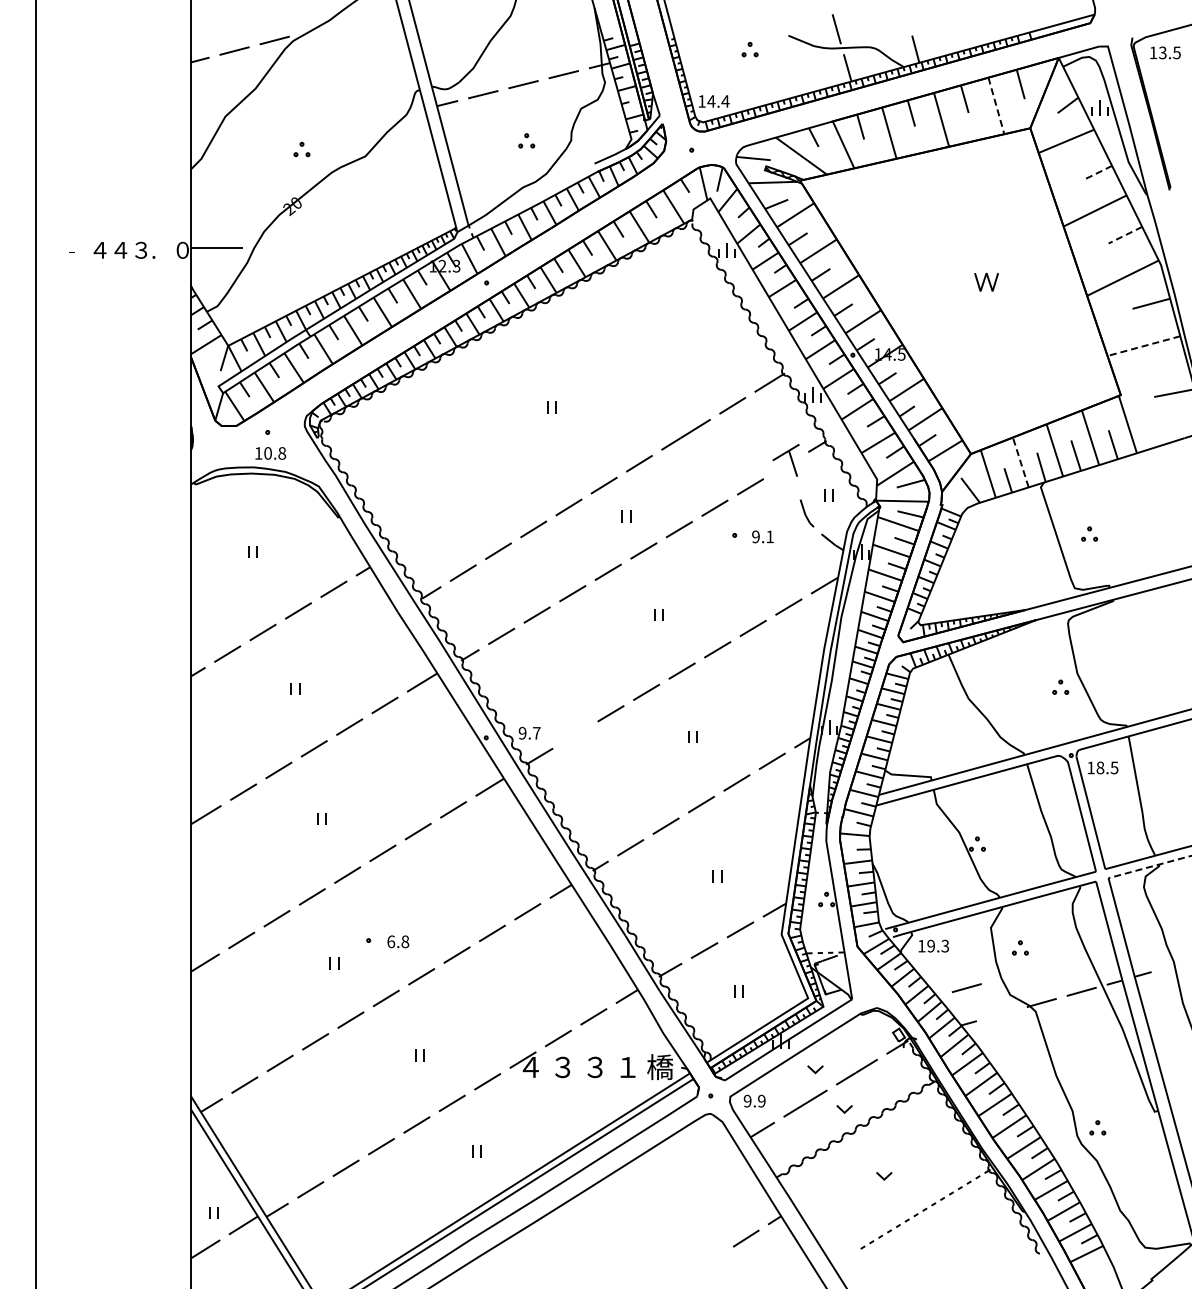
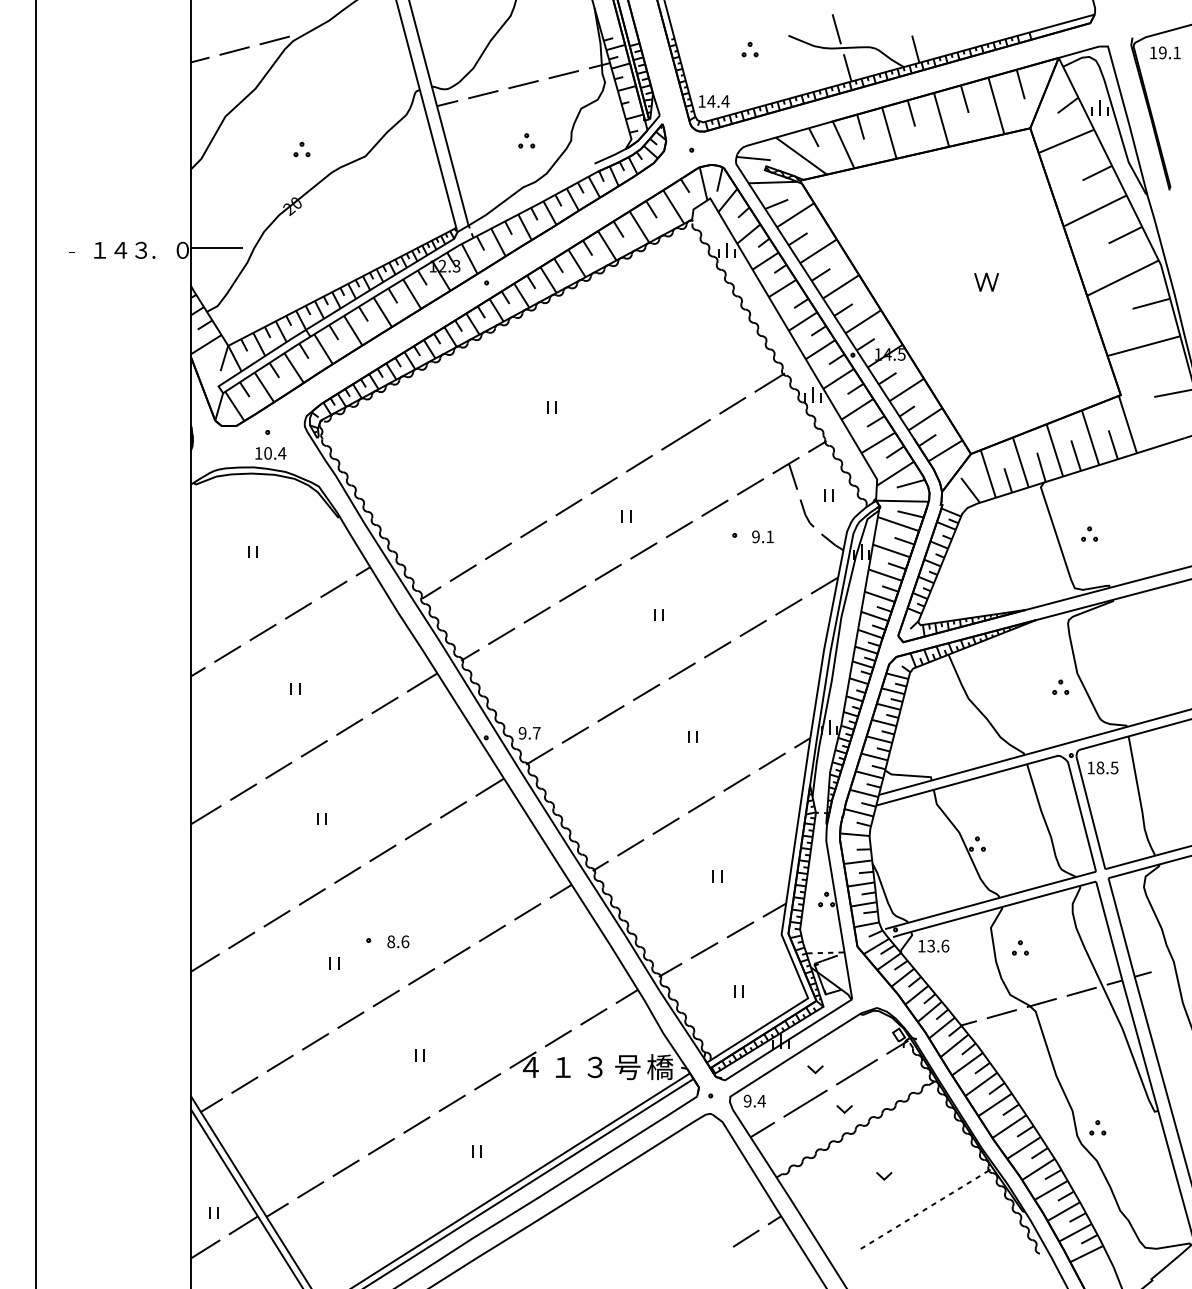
text at (1169, 52): 13.5 -> 19.1
line at (996, 106): dashed -> solid
line at (1096, 173): dashed -> solid
line at (1125, 235): dashed -> solid
text at (99, 250): ４ -> １
line at (1143, 346): dashed -> solid
text at (282, 453): 10.8 -> 10.4
part at (785, 460) position: (785, 460) -> (785, 473)
line at (1020, 462): dashed -> solid
line at (574, 734): none -> present
line at (1150, 866): dashed -> solid
text at (398, 941): 6.8 -> 8.6
text at (938, 945): 19.3 -> 13.6
line at (966, 988) position: (966, 988) -> (1001, 1014)
text at (562, 1067): ３ -> １
text at (627, 1067): １ -> 号
text at (761, 1100): 9.9 -> 9.4
